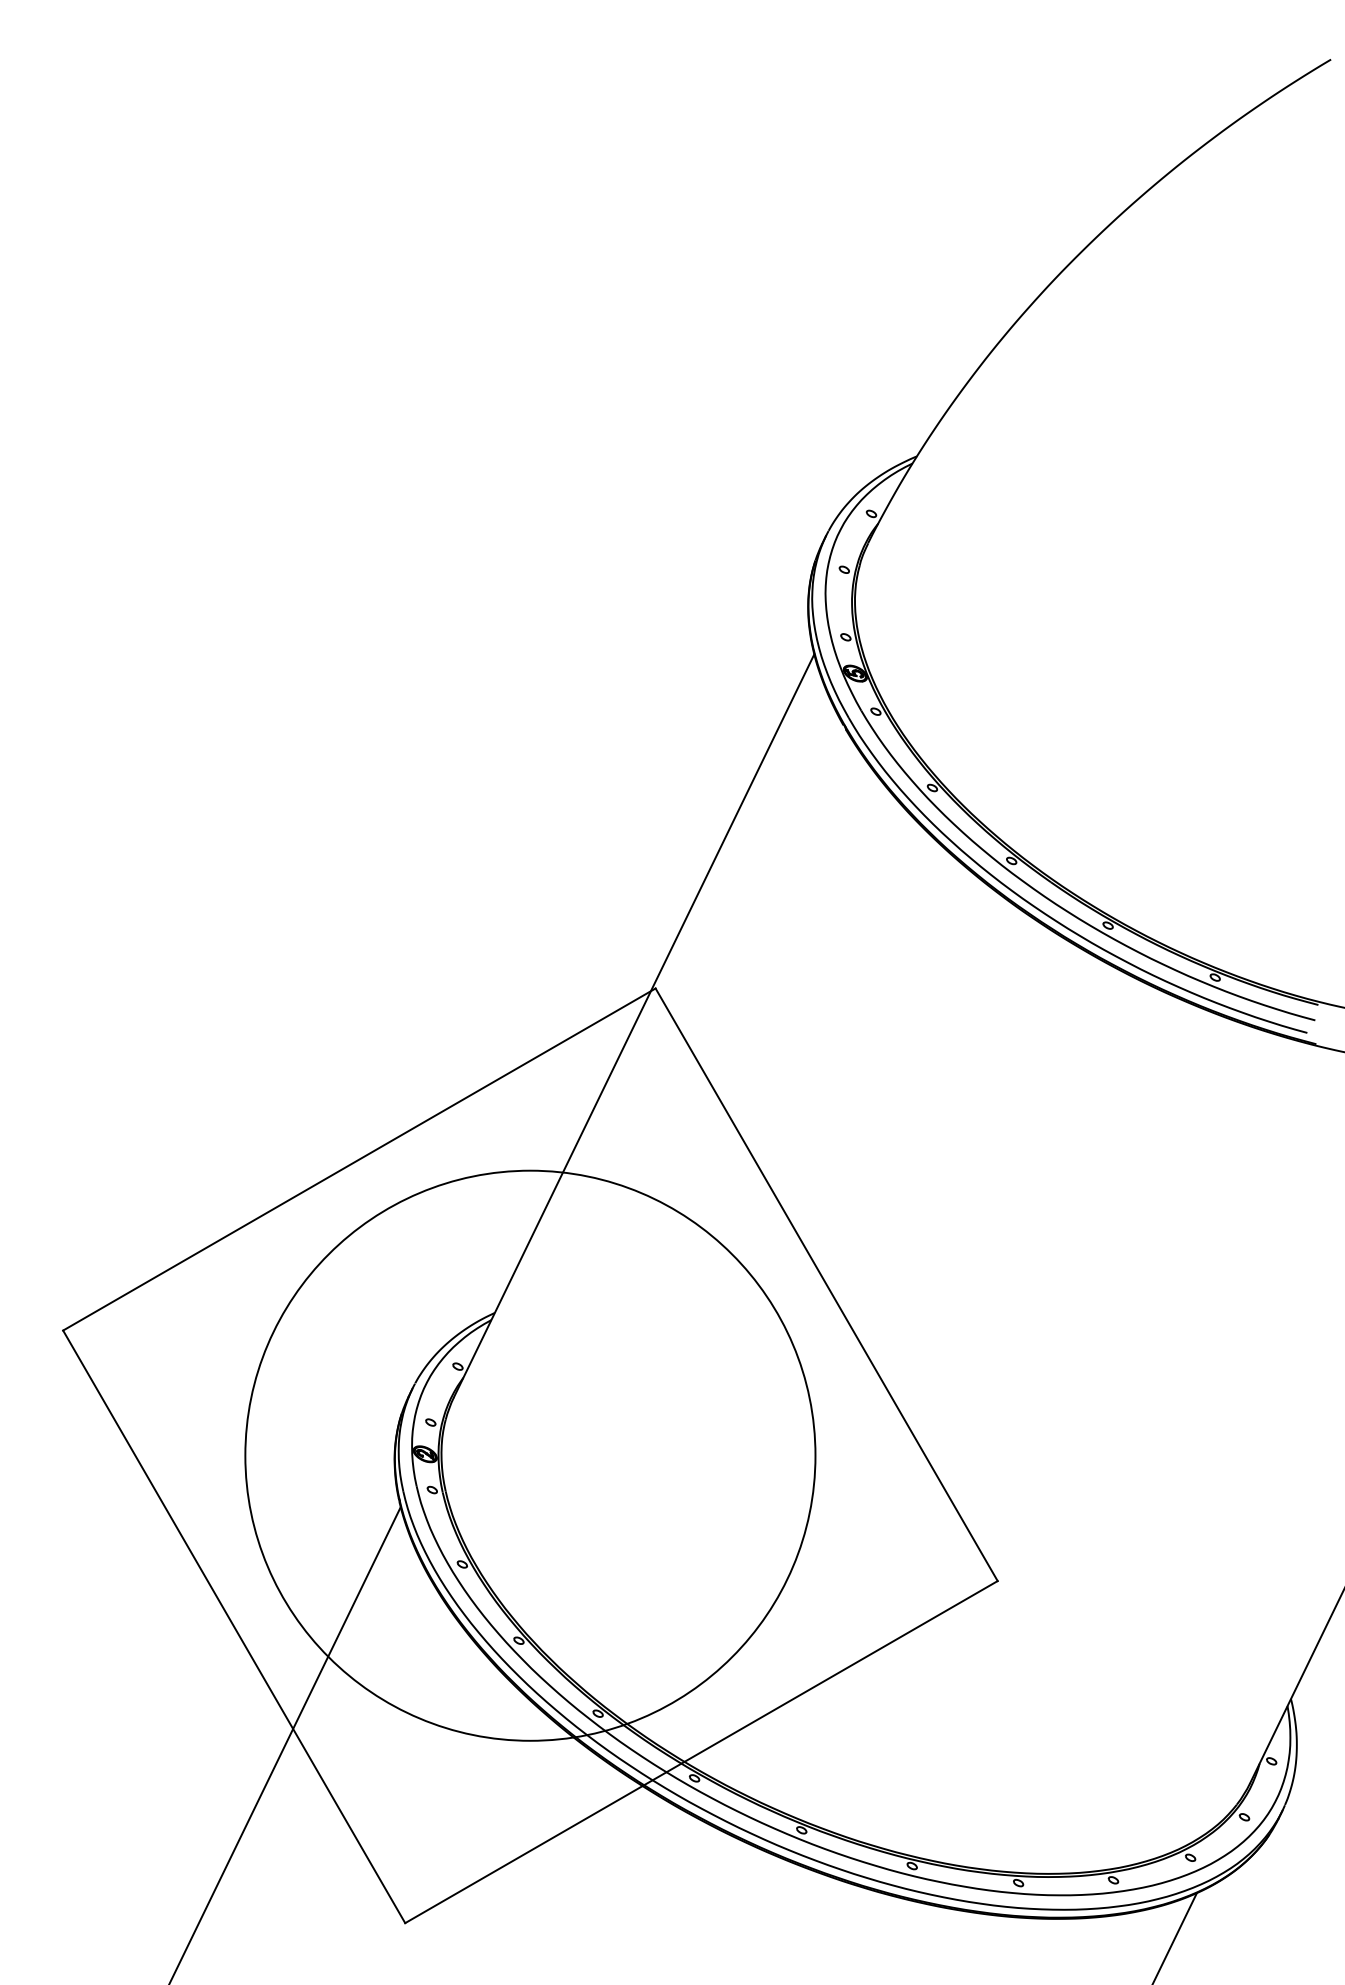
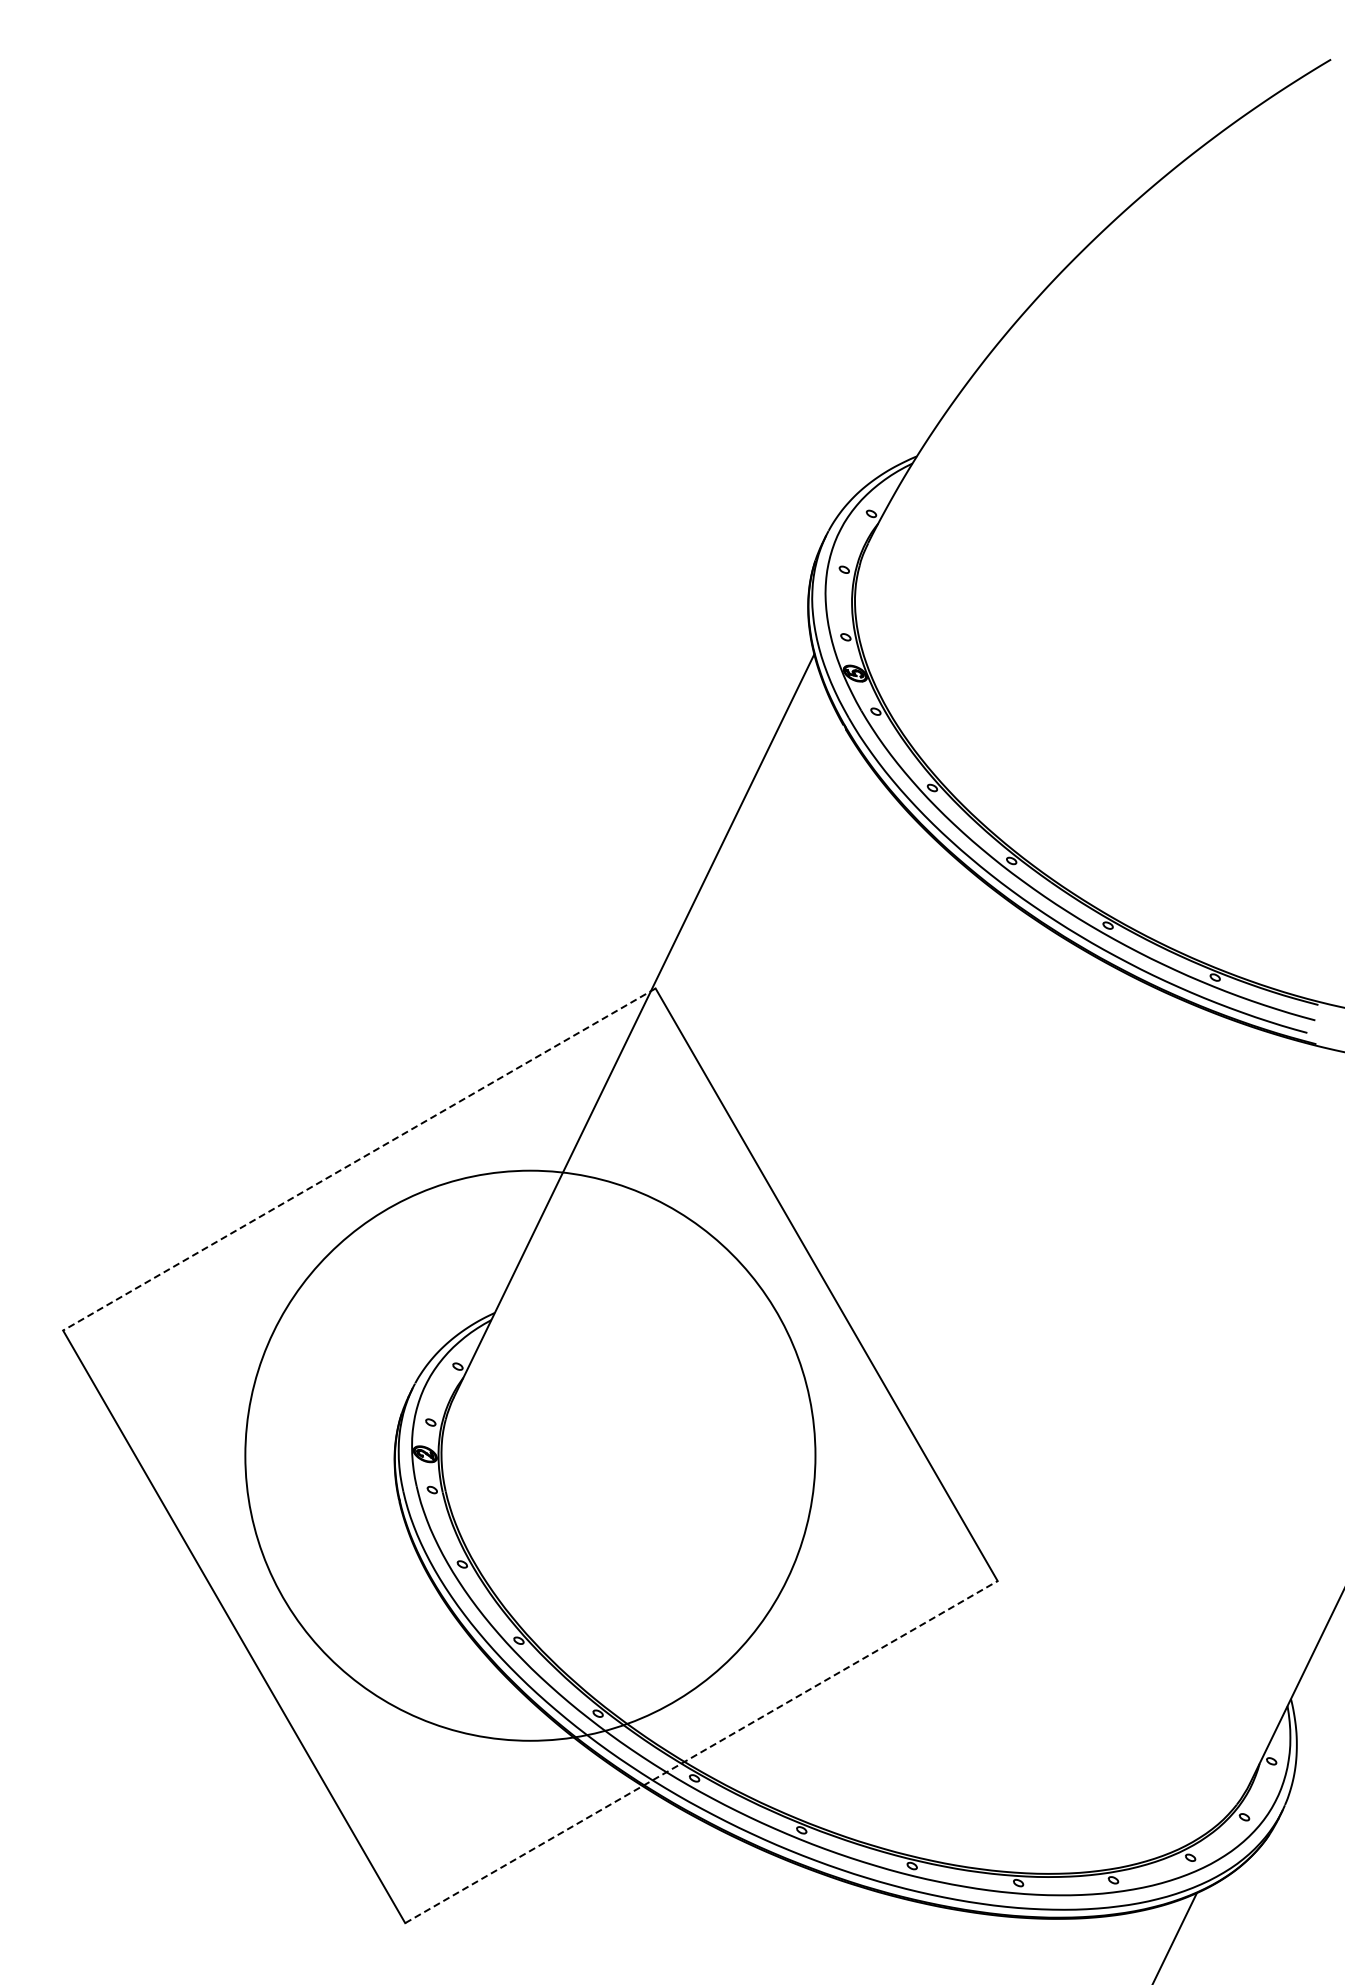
line at (358, 1159): solid -> dashed
line at (285, 1744): present -> none
line at (701, 1751): solid -> dashed
